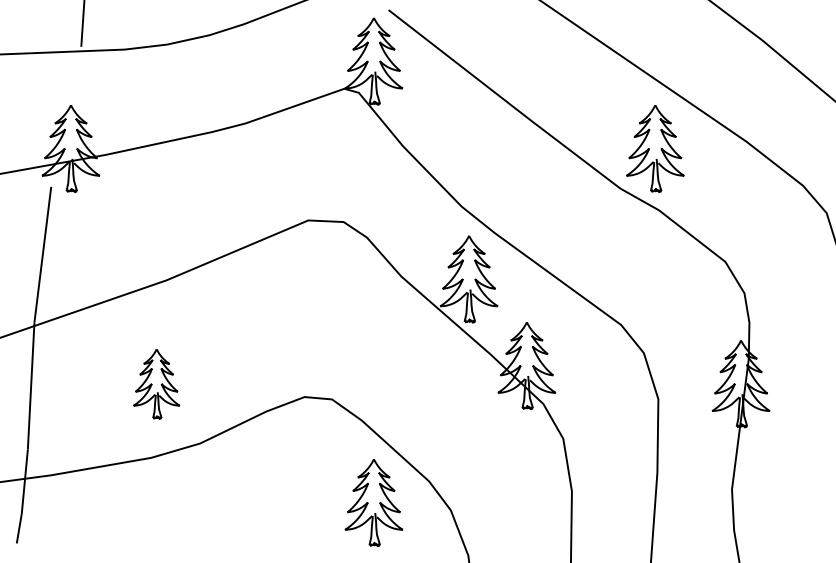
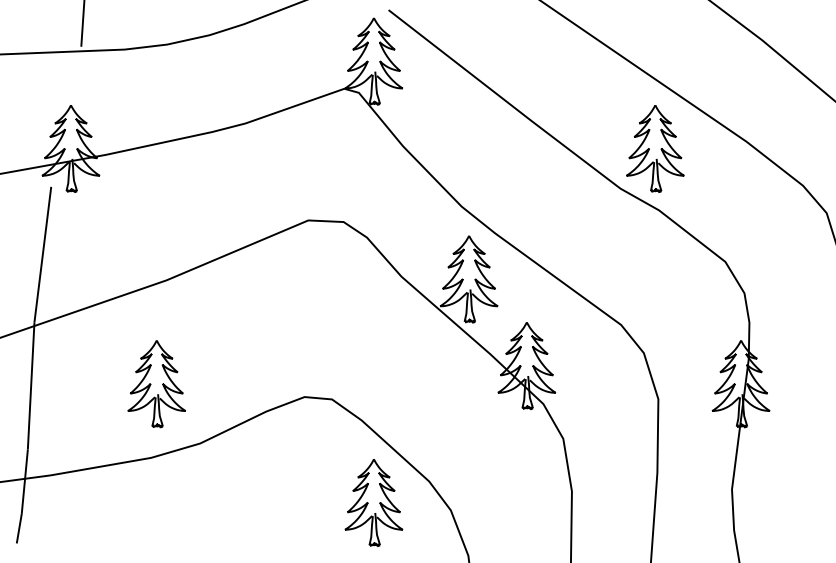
part at (156, 384) size: 48x71 px -> 59x89 px
